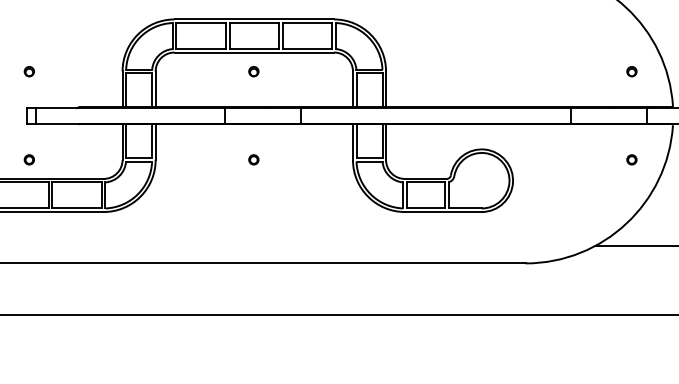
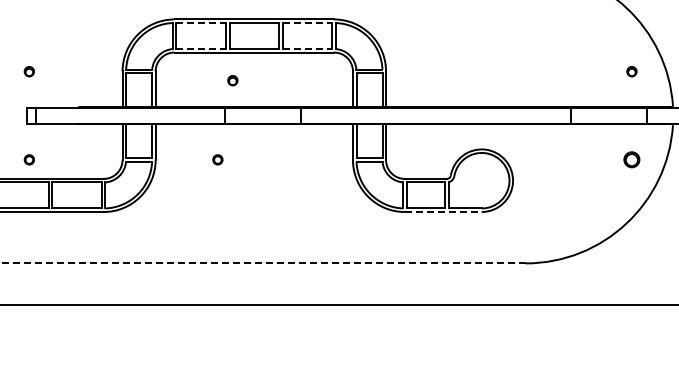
line at (201, 23): solid -> dashed
line at (307, 23): solid -> dashed
line at (201, 48): solid -> dashed
line at (307, 48): solid -> dashed
part at (253, 71) position: (253, 71) -> (232, 80)
part at (253, 159) position: (253, 159) -> (217, 159)
part at (631, 159) size: 12x12 px -> 18x18 px
line at (443, 212): solid -> dashed
line at (635, 245): present -> none
line at (262, 263): solid -> dashed
line at (338, 314) position: (338, 314) -> (338, 304)
